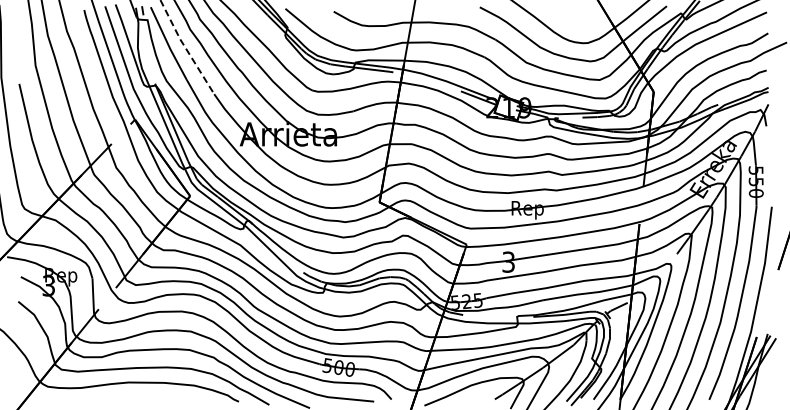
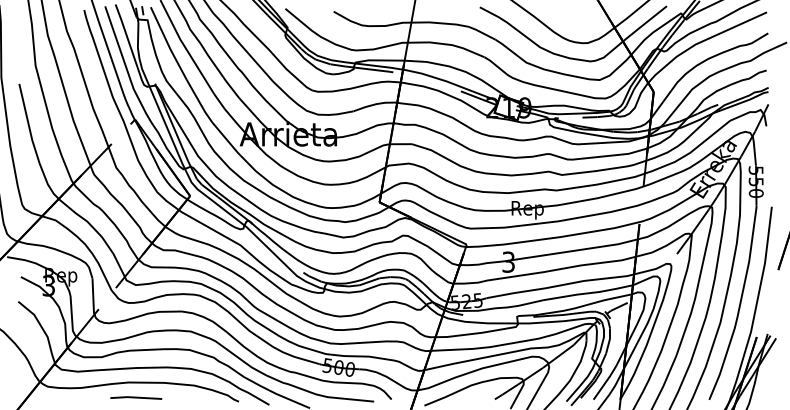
line at (185, 47): dashed -> solid
line at (136, 397): none -> present
